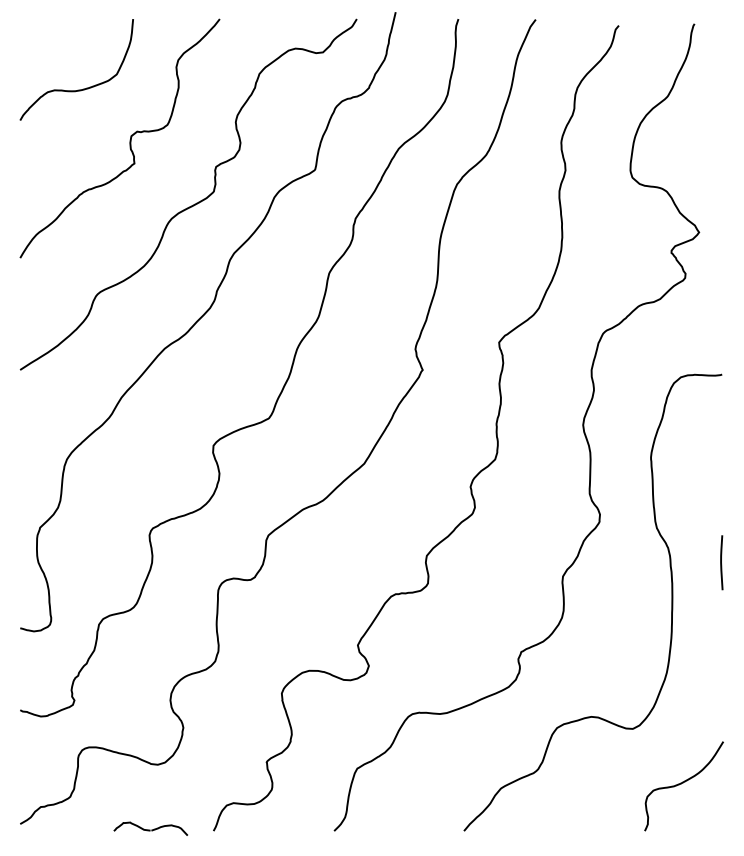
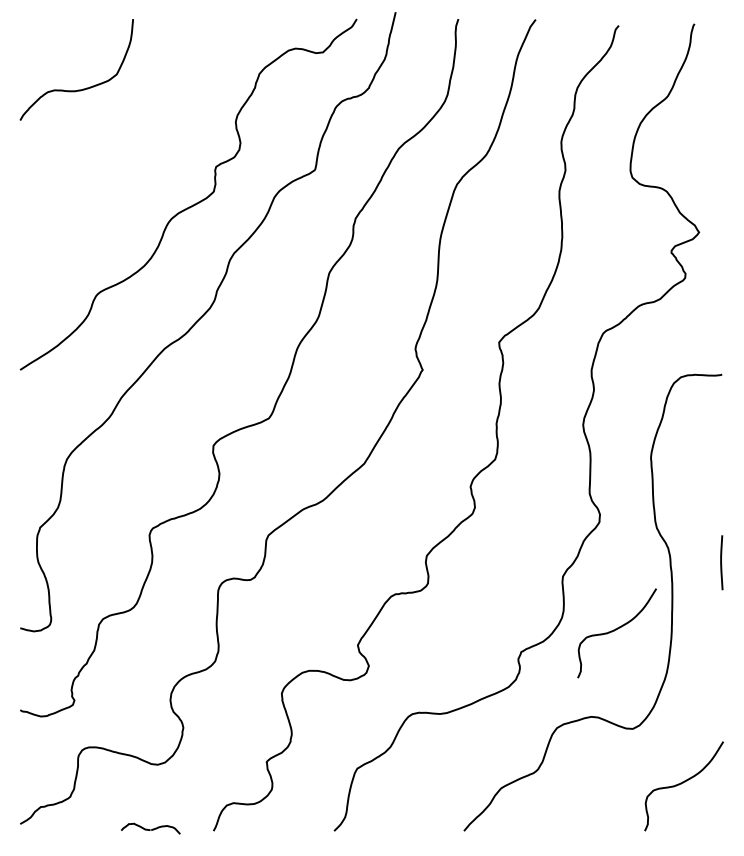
curve at (129, 140): present -> none
curve at (614, 631): none -> present
part at (150, 828) size: 75x15 px -> 60x13 px
